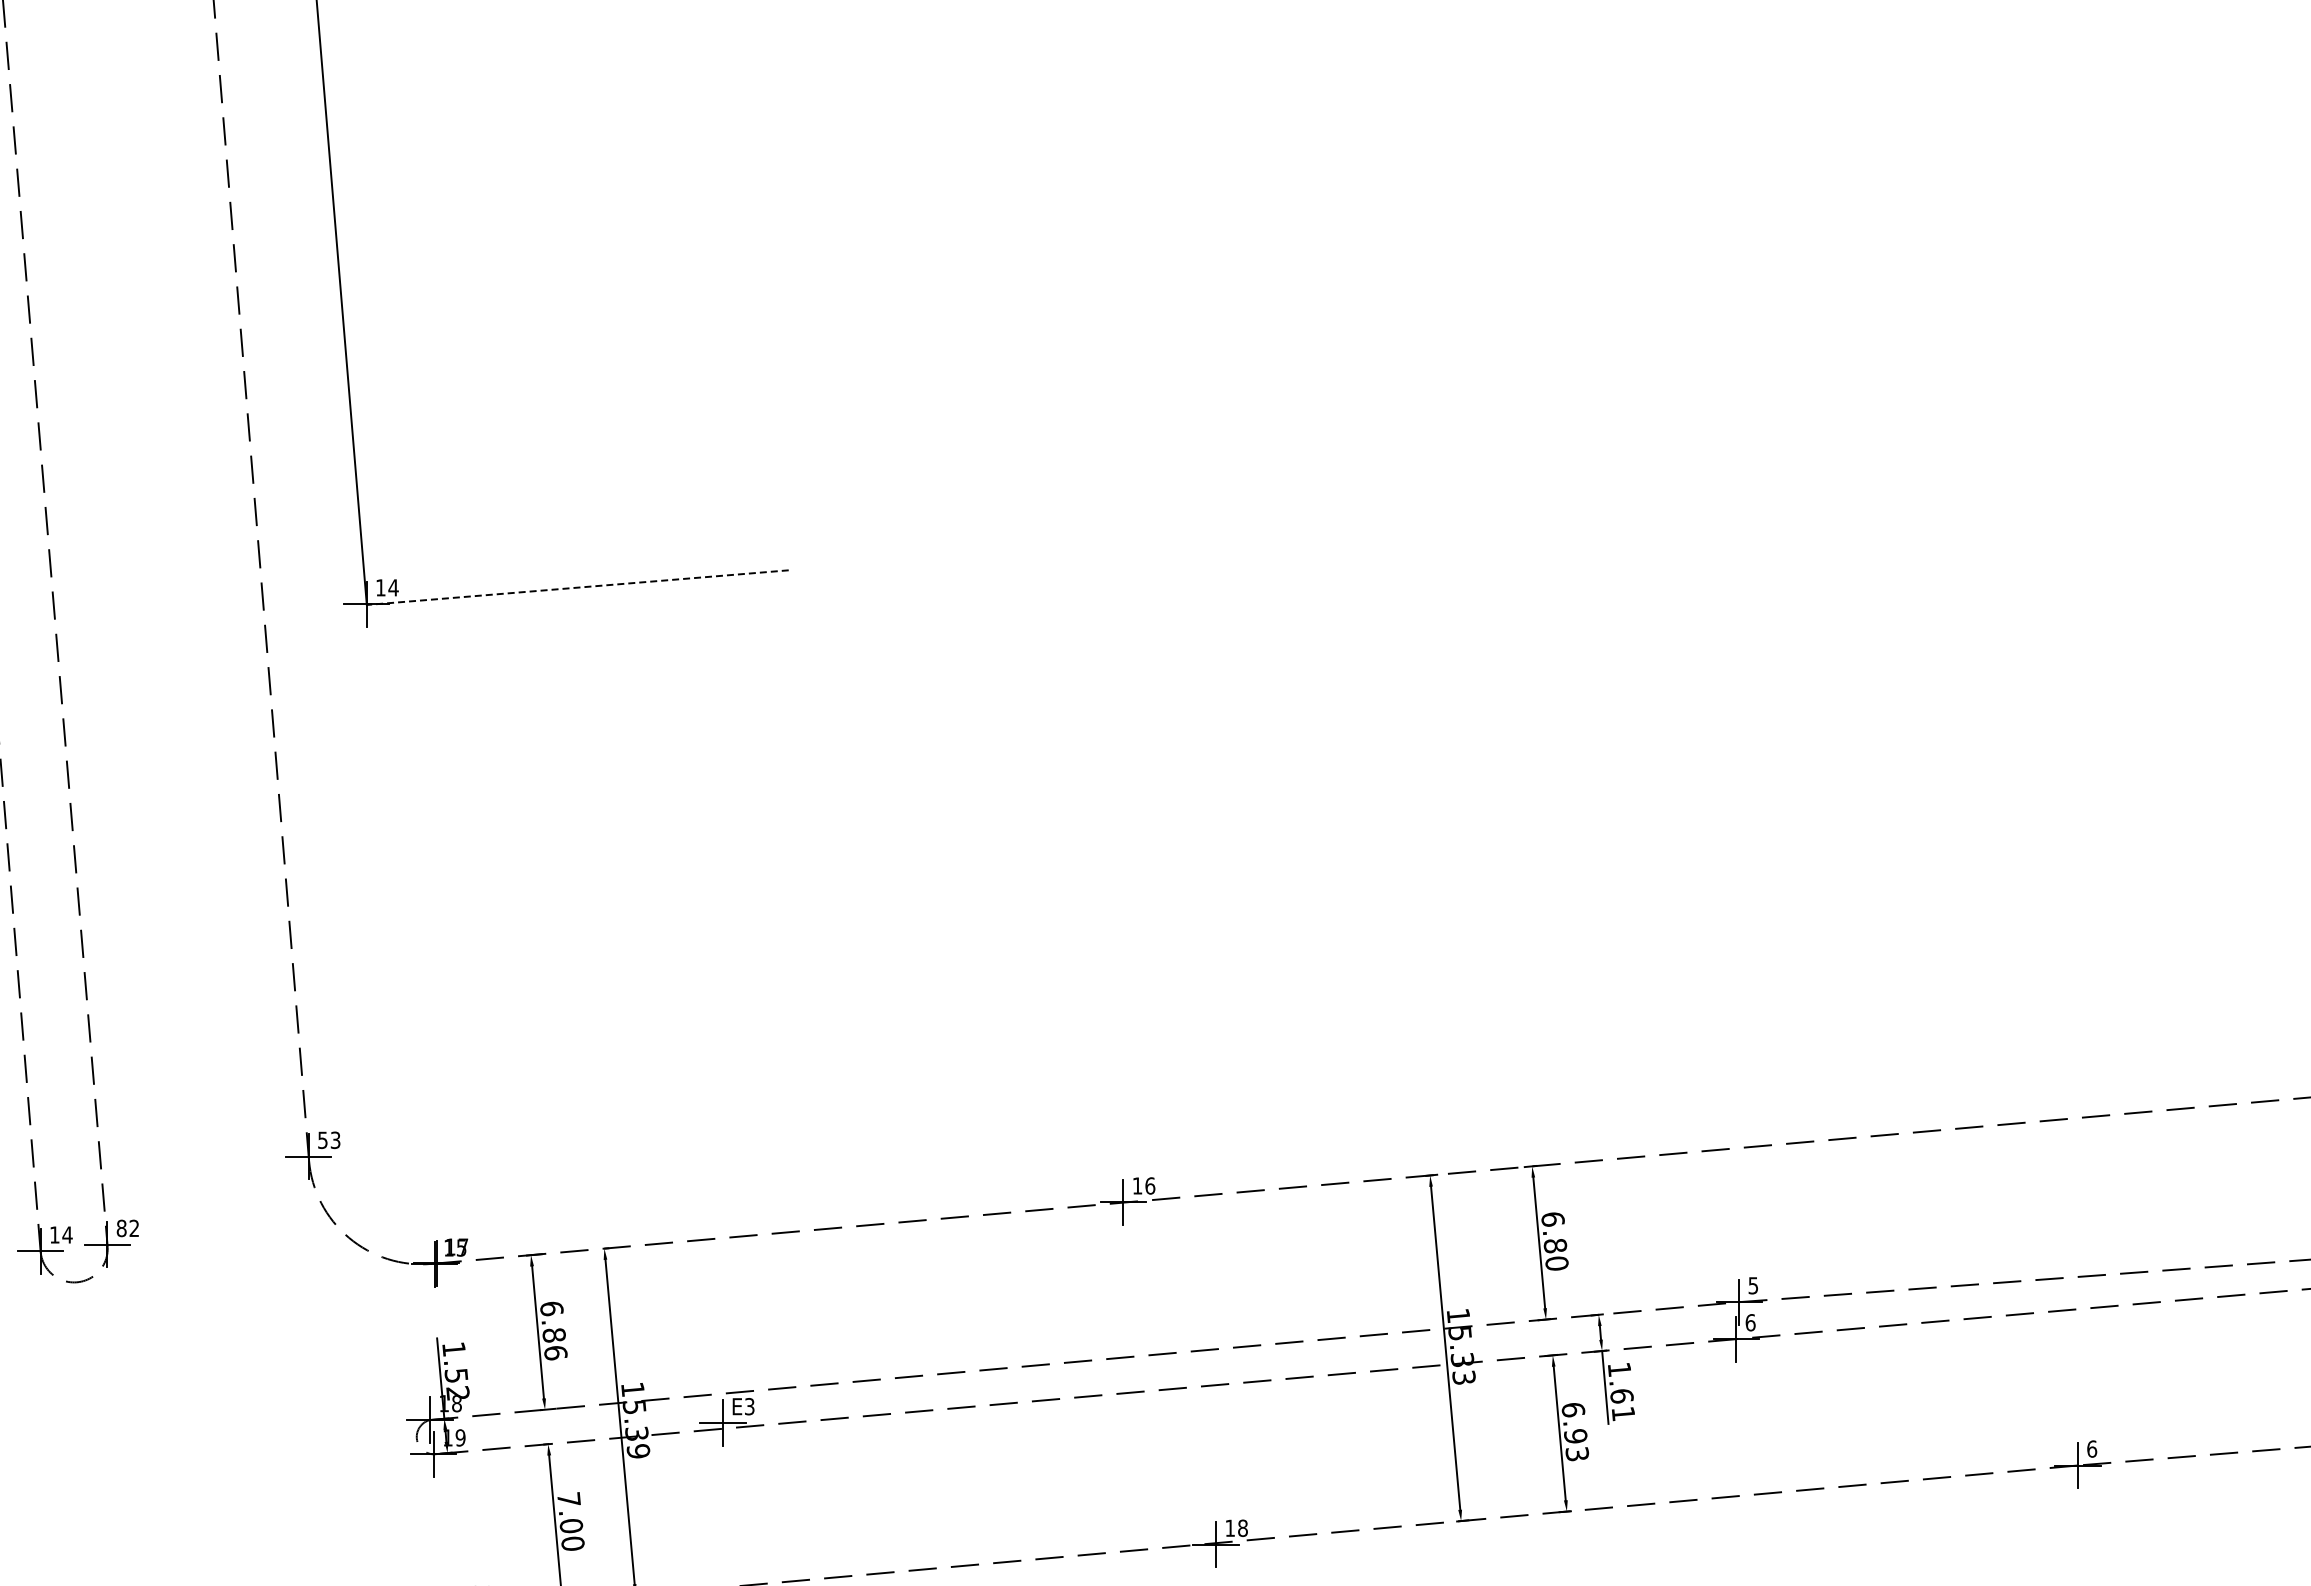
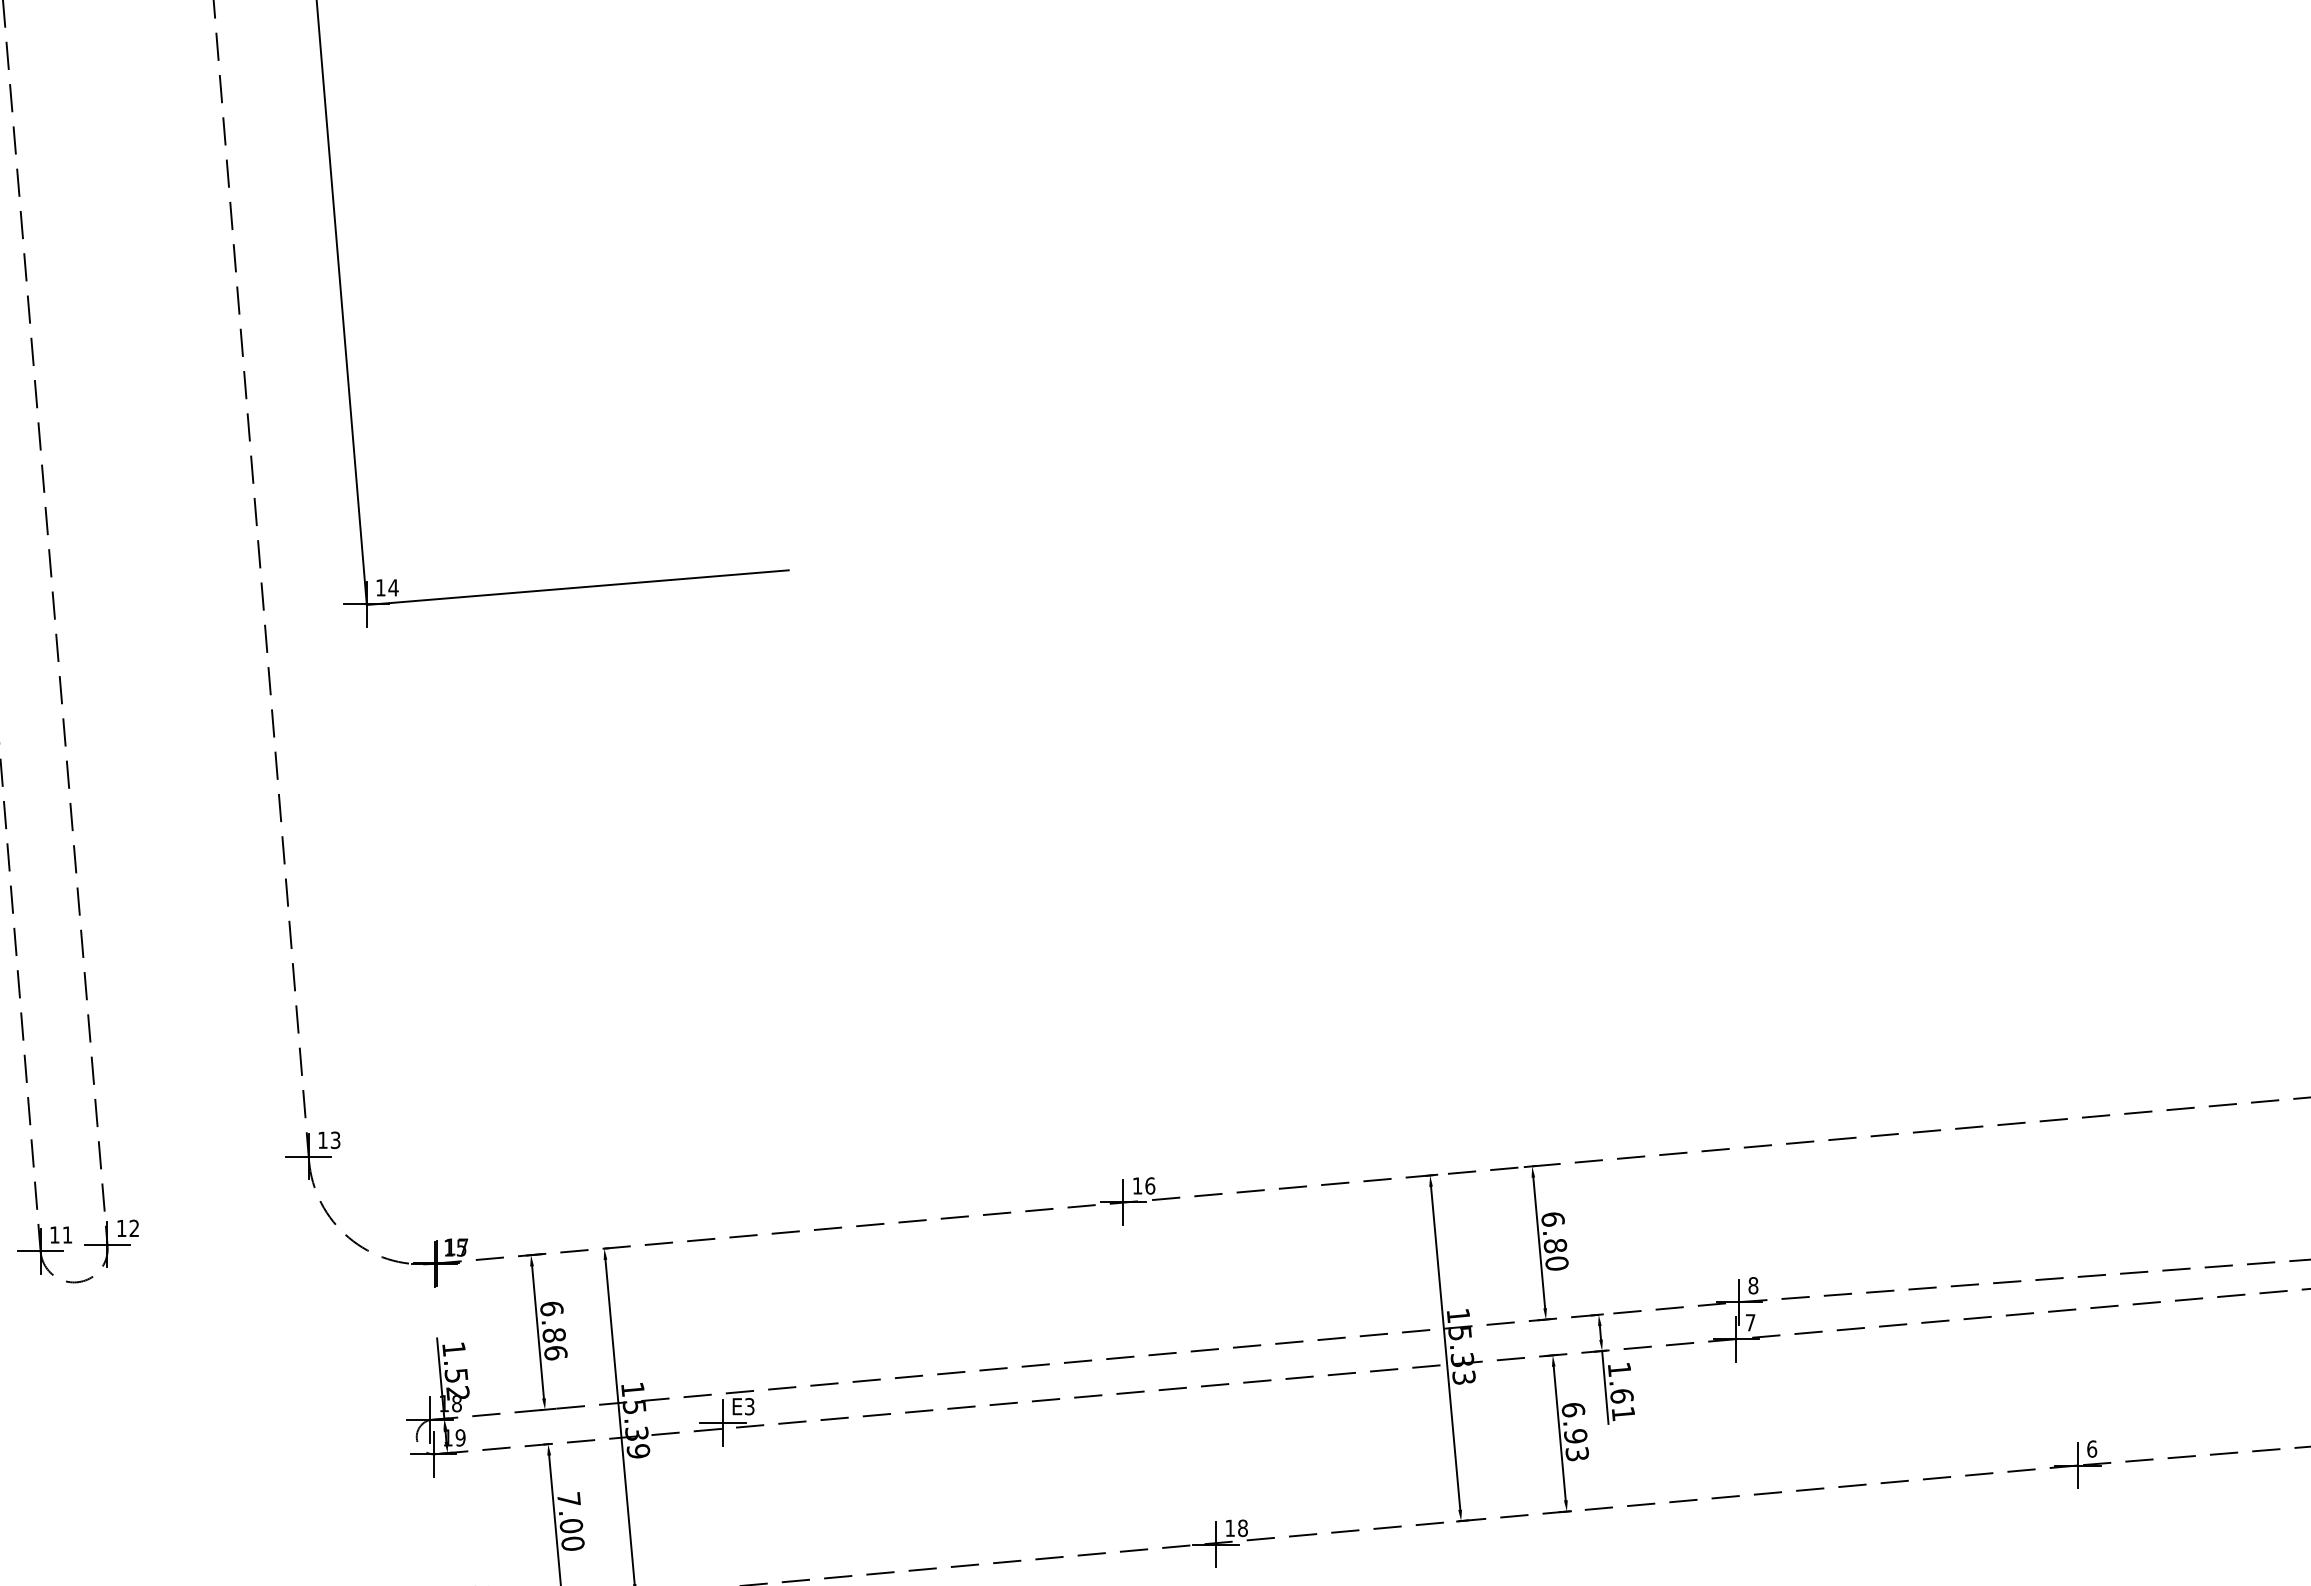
line at (577, 587): dashed -> solid
text at (322, 1140): 53 -> 13
text at (121, 1228): 82 -> 12
text at (67, 1234): 14 -> 11
text at (1753, 1285): 5 -> 8
text at (1750, 1322): 6 -> 7
